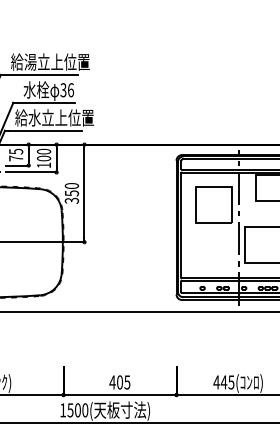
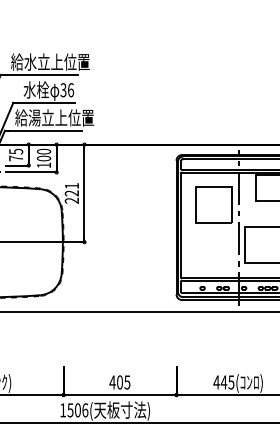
text at (30, 61): 給湯立上位置 -> 給水立上位置
text at (34, 117): 給水立上位置 -> 給湯立上位置
text at (71, 193): 350 -> 221
text at (85, 410): 1500( -> 1506(
